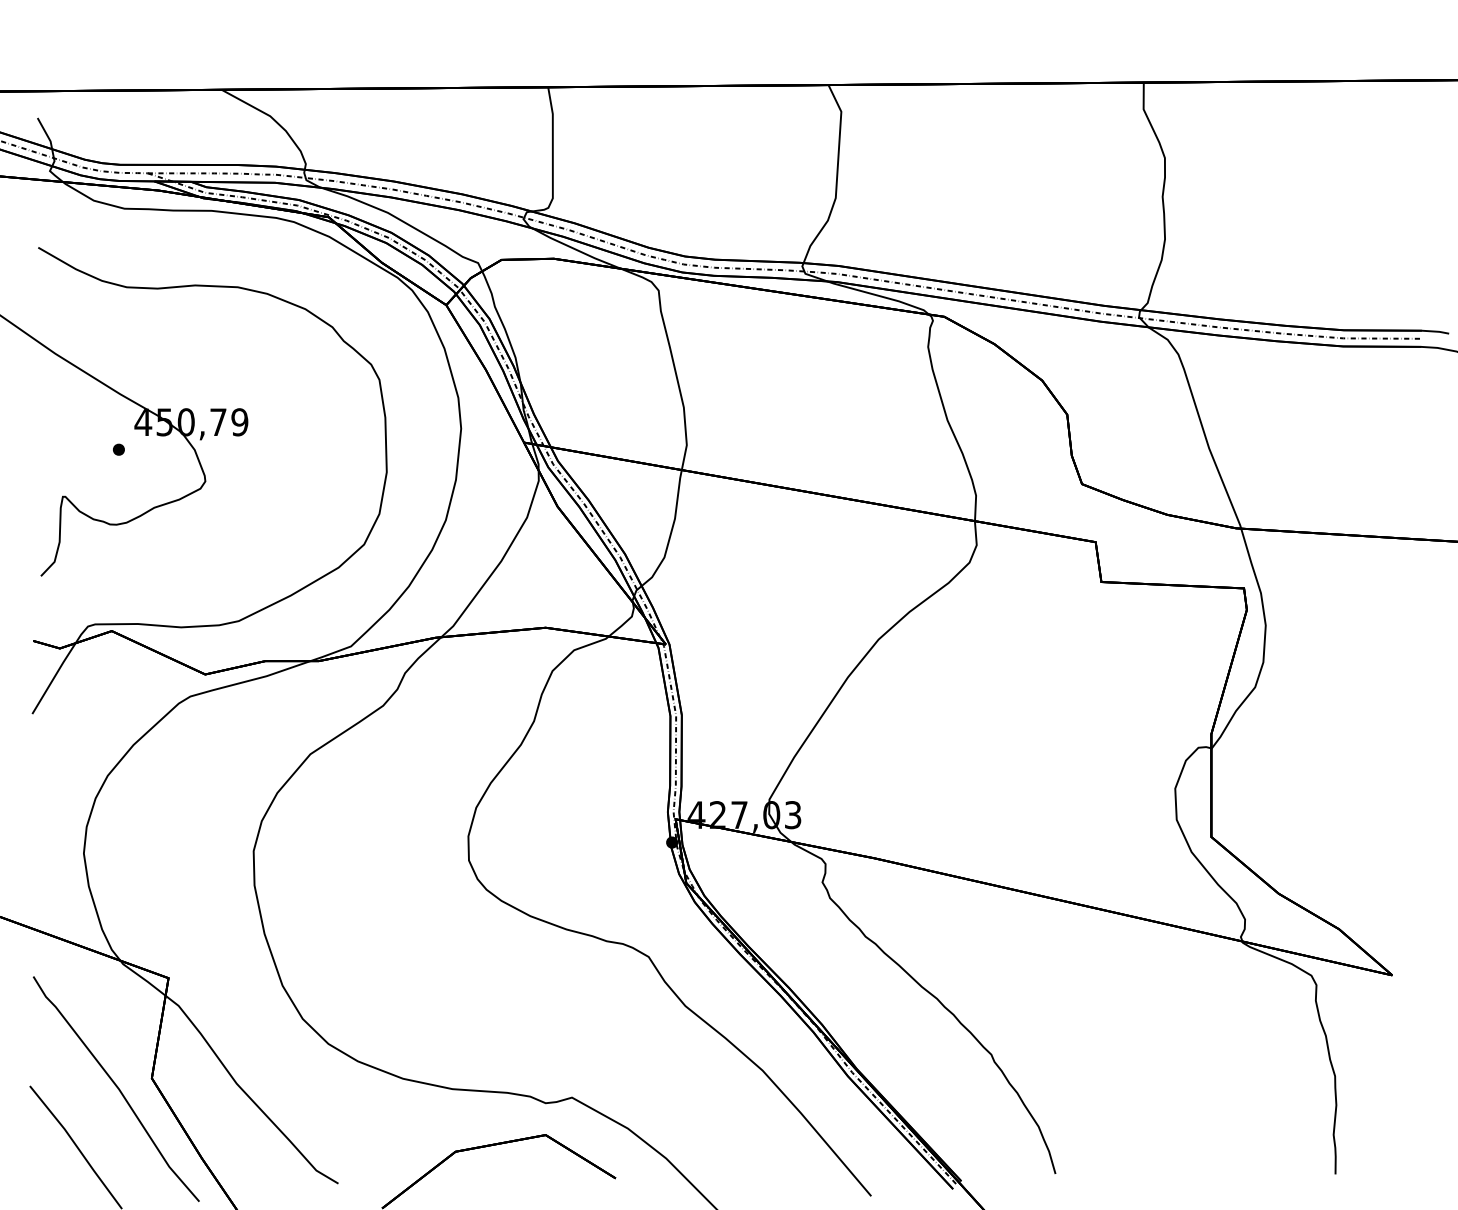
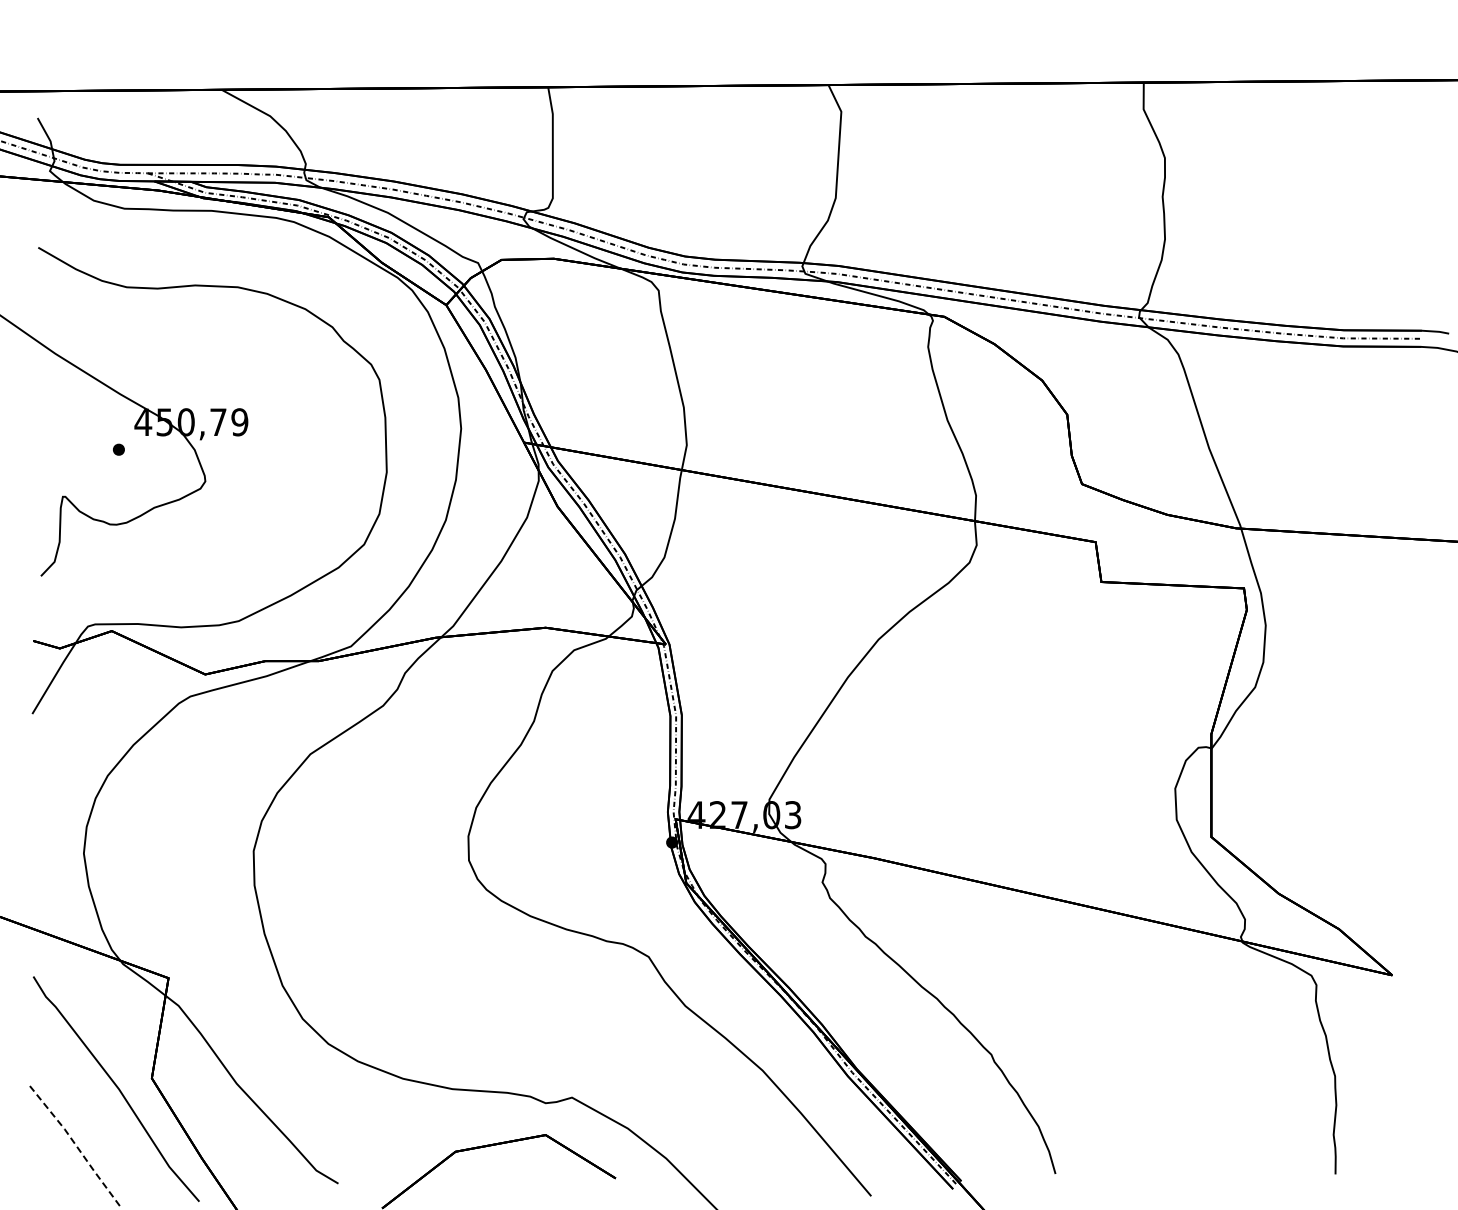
line at (77, 1147): solid -> dashed
